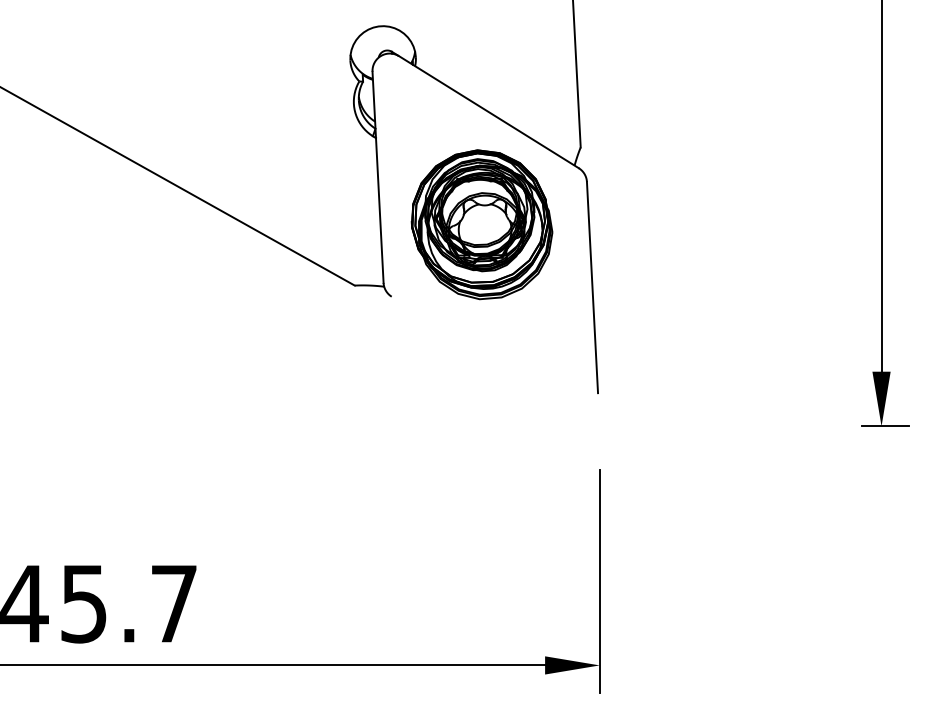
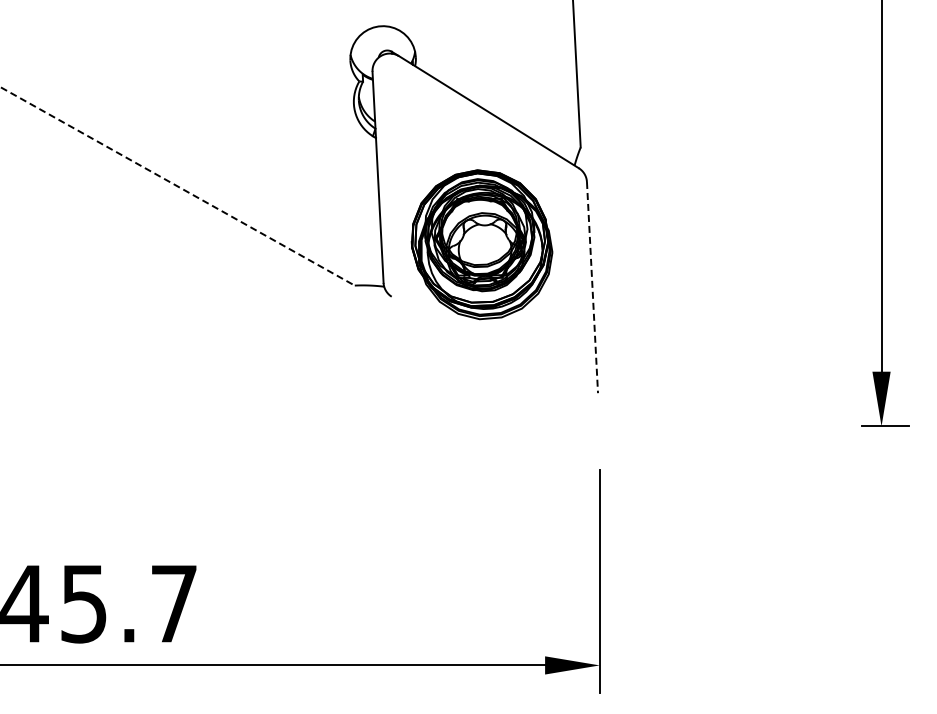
line at (177, 186): solid -> dashed
part at (481, 224) position: (481, 224) -> (481, 244)
line at (592, 287): solid -> dashed
